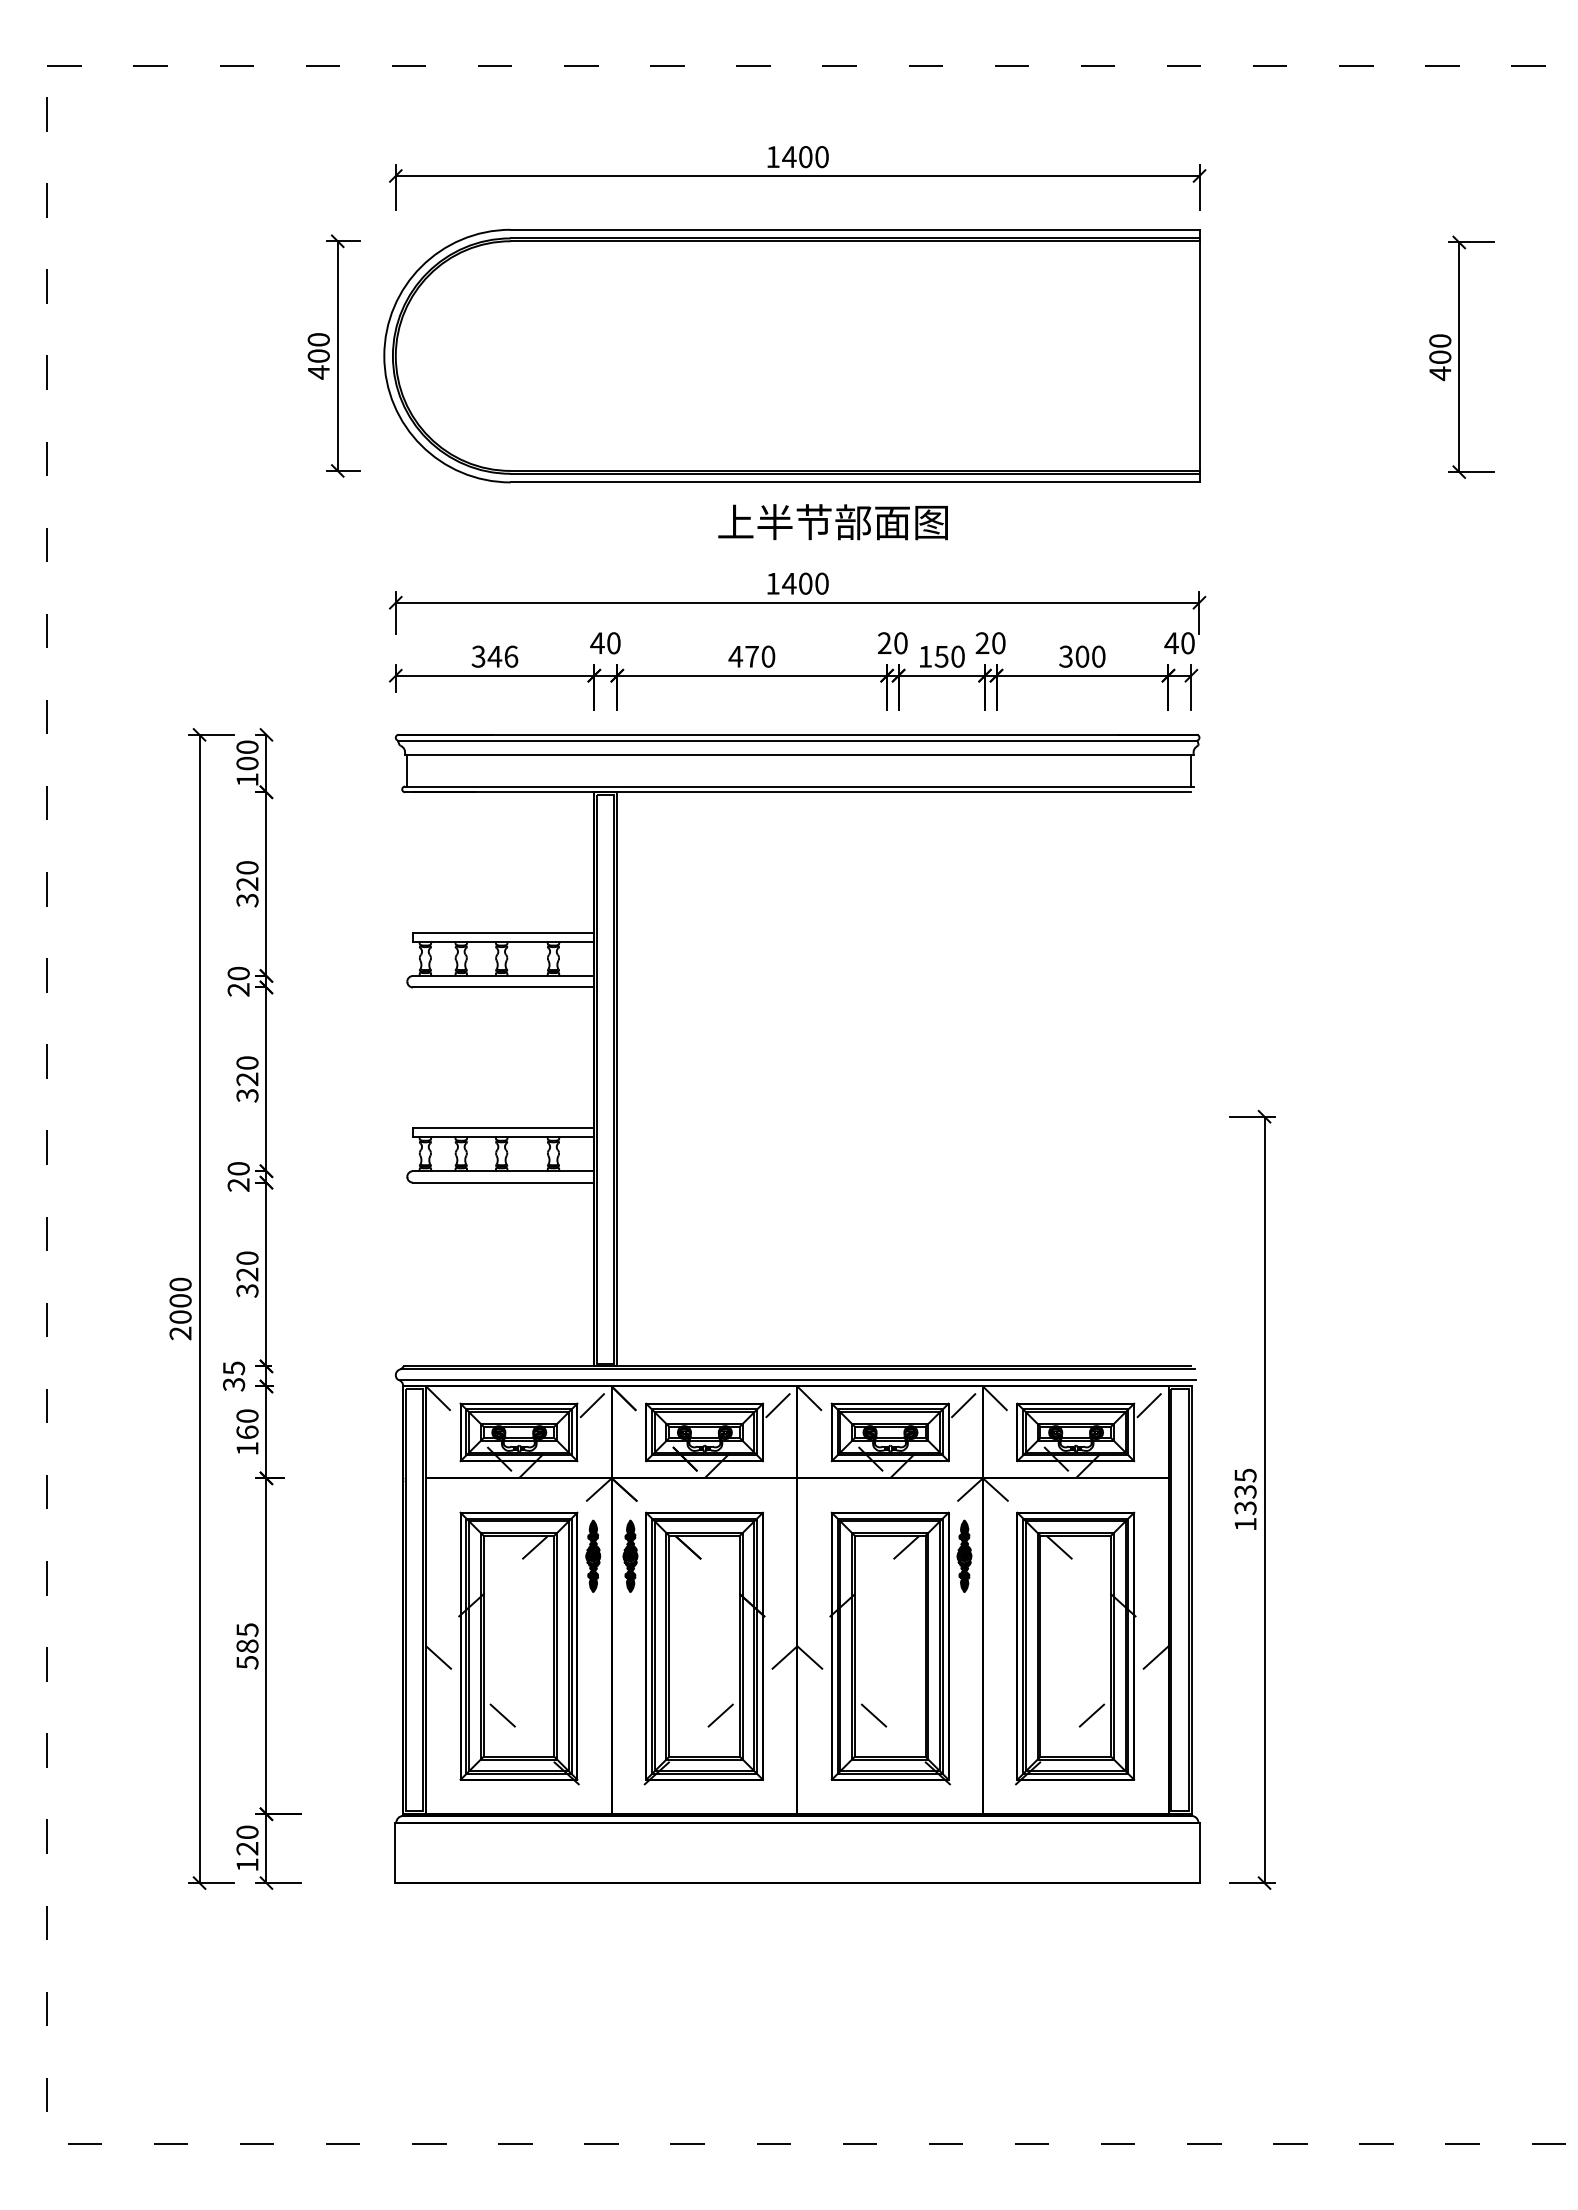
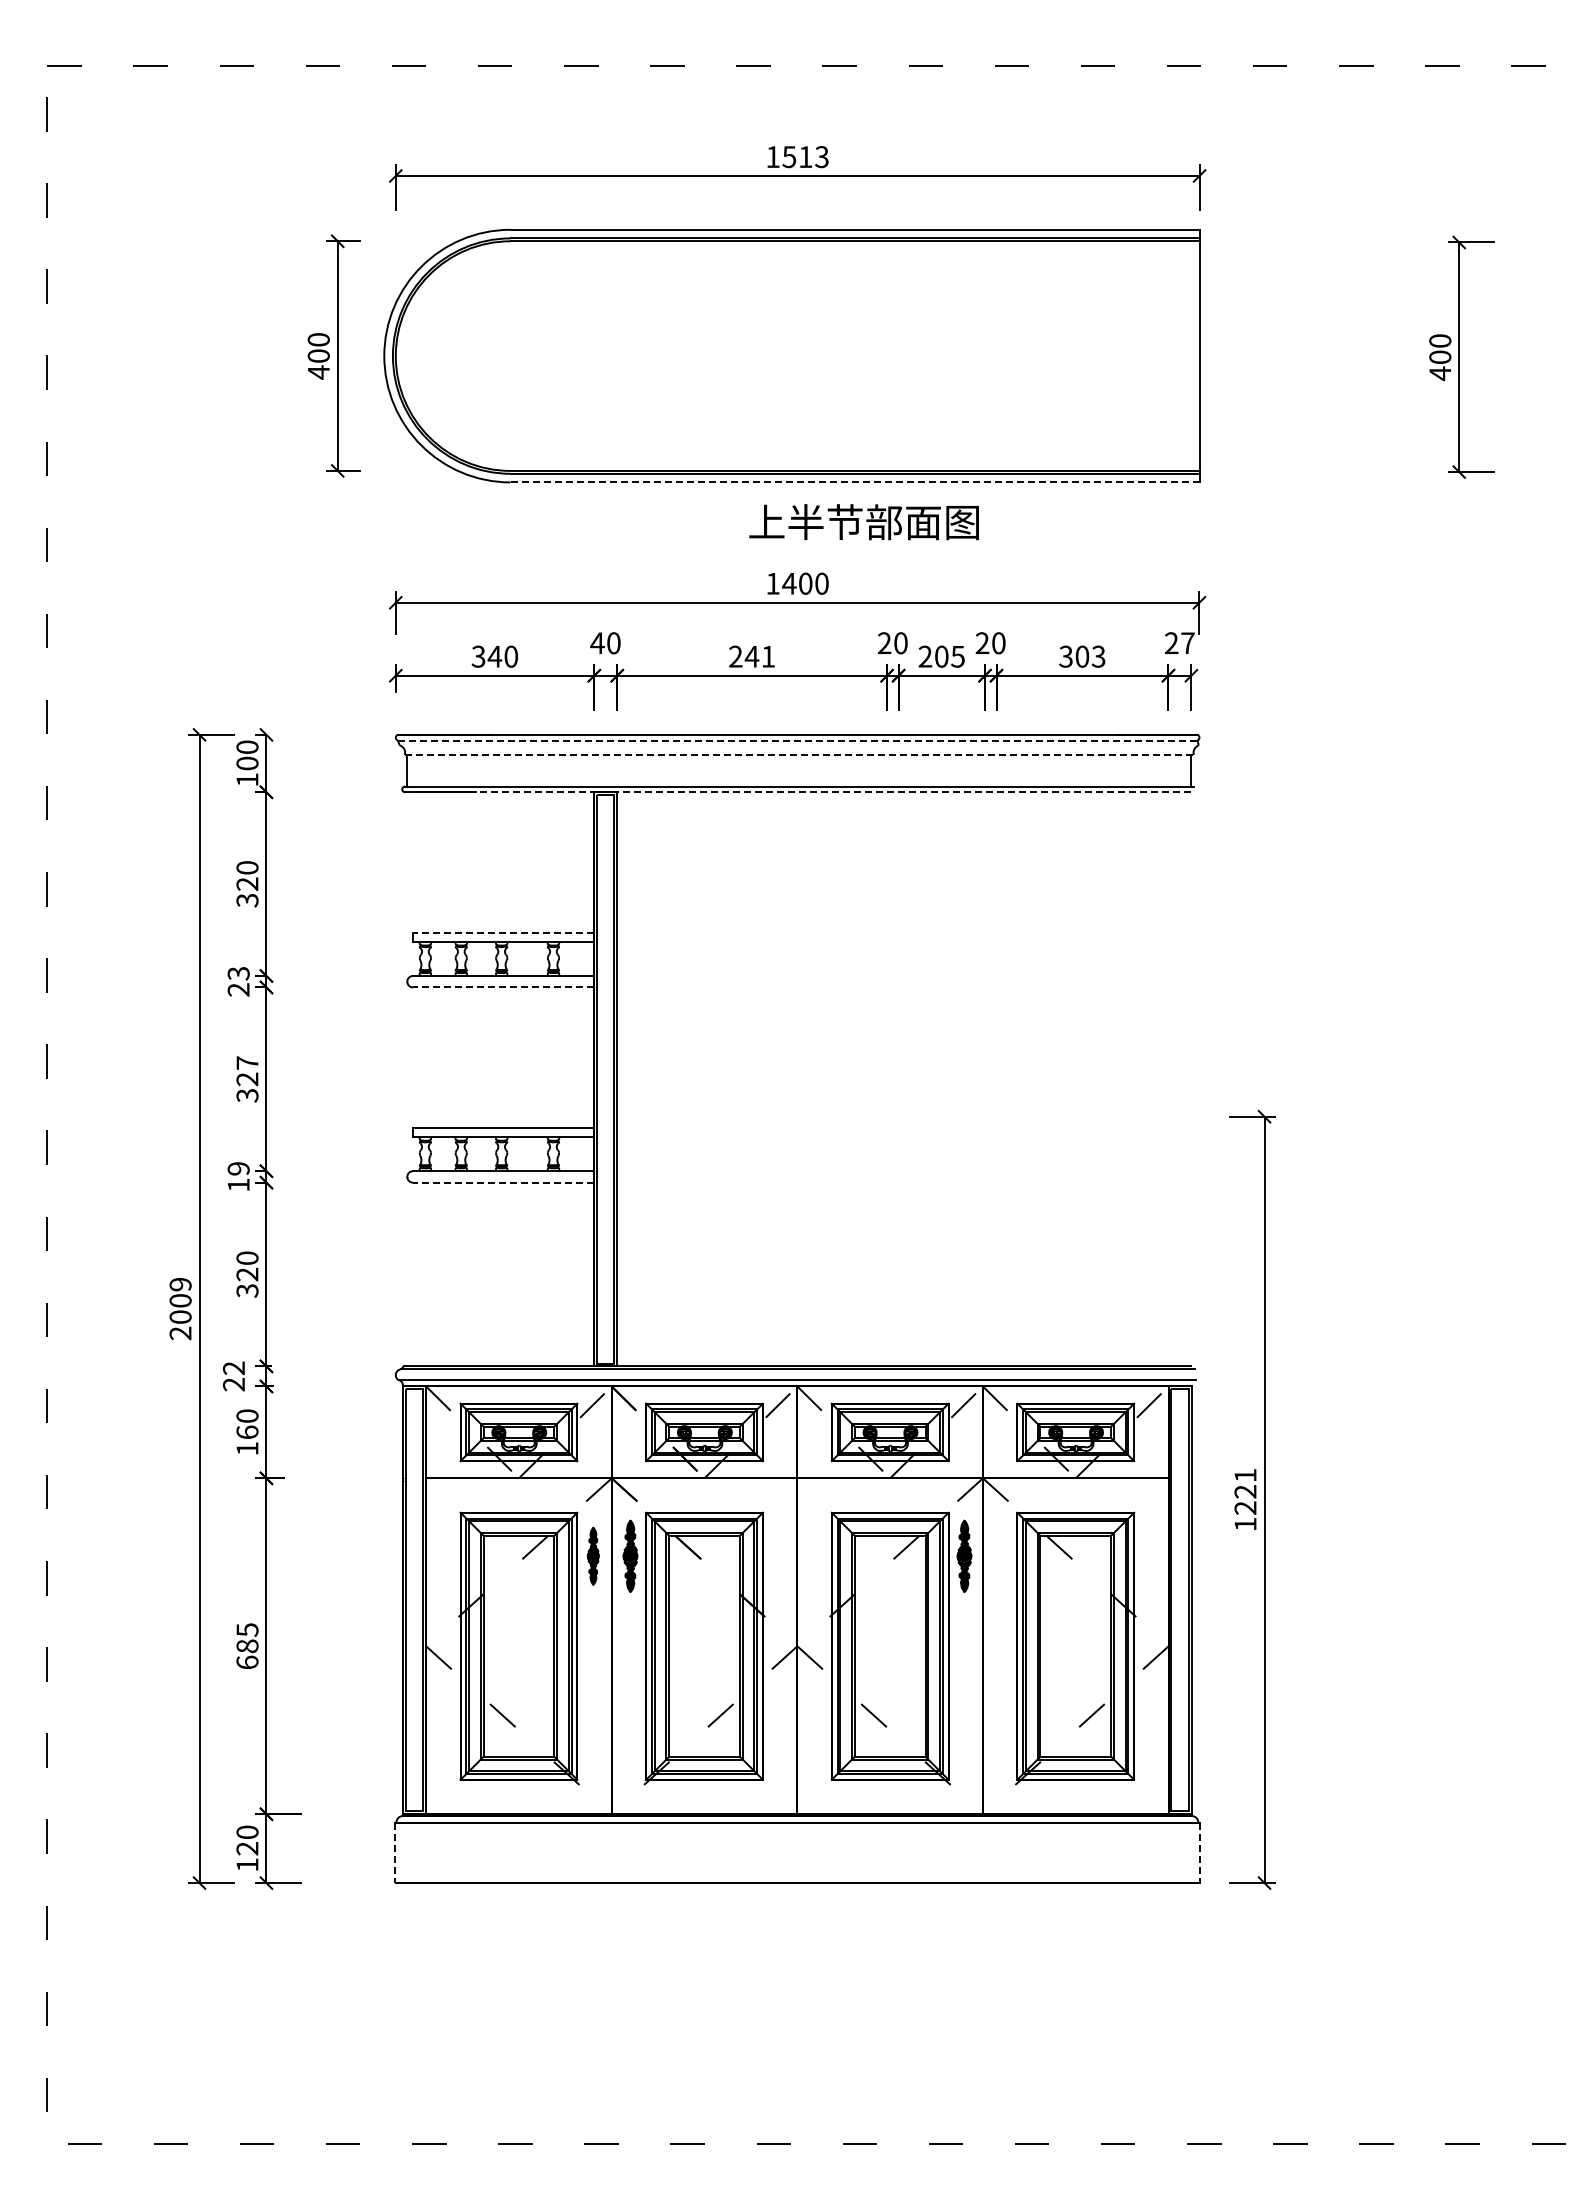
text at (805, 157): 1400 -> 1513
line at (854, 482): solid -> dashed
text at (832, 522) position: (832, 522) -> (863, 522)
text at (1179, 643): 40 -> 27
text at (511, 656): 346 -> 340
text at (751, 656): 470 -> 241
text at (941, 656): 150 -> 205
text at (1098, 656): 300 -> 303
line at (798, 740): solid -> dashed
line at (799, 754): solid -> dashed
line at (800, 792): solid -> dashed
line at (503, 932): solid -> dashed
text at (238, 973): 20 -> 23
line at (503, 987): solid -> dashed
text at (247, 1062): 320 -> 327
text at (238, 1176): 20 -> 19
line at (503, 1182): solid -> dashed
text at (180, 1284): 2000 -> 2009
text at (234, 1376): 35 -> 22
text at (1245, 1491): 1335 -> 1221
part at (593, 1555) size: 17x74 px -> 14x60 px
text at (247, 1662): 585 -> 685
line at (395, 1853): solid -> dashed
line at (1199, 1853): solid -> dashed
